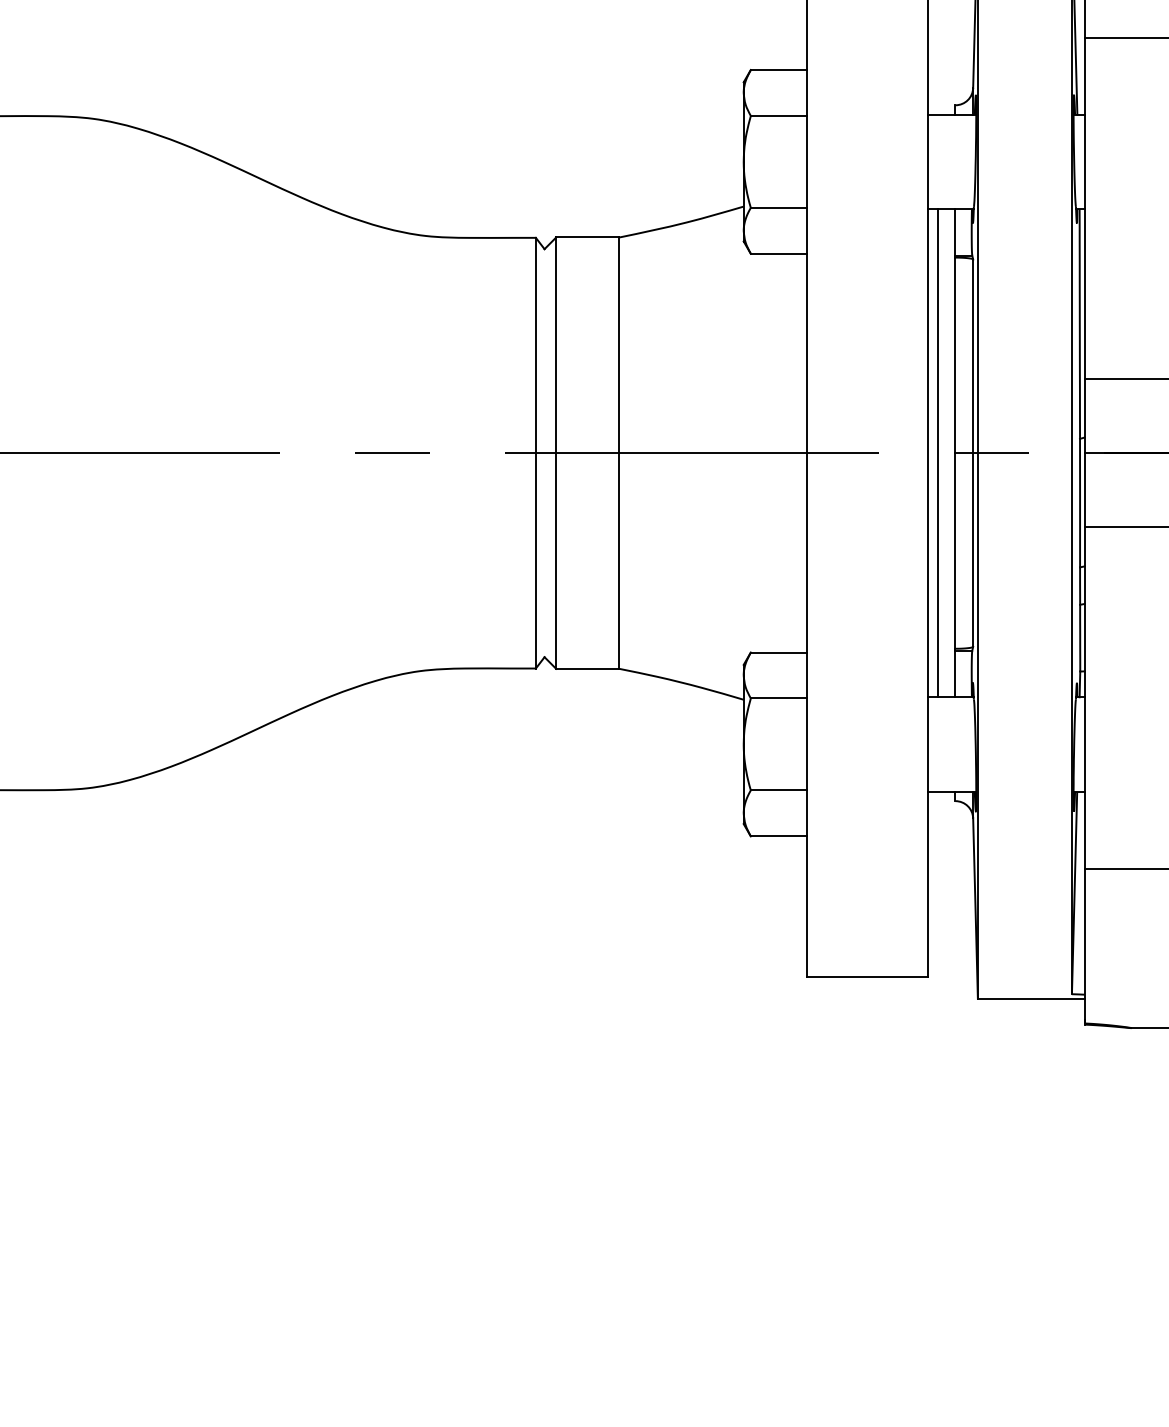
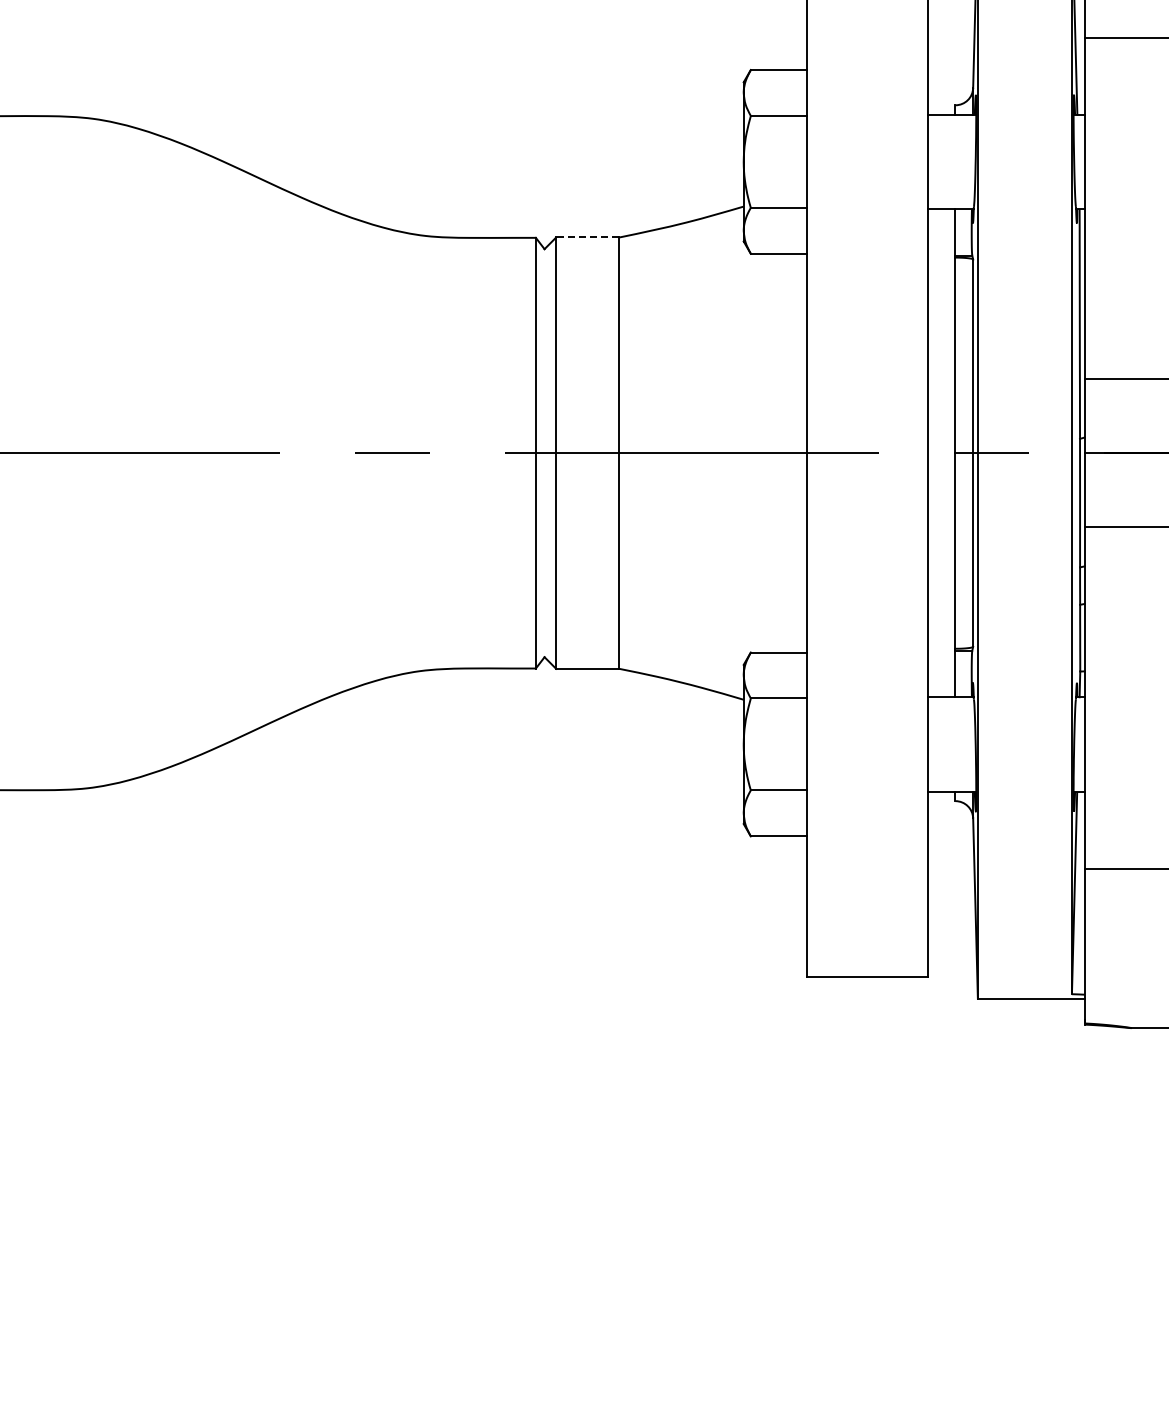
line at (587, 237): solid -> dashed
line at (937, 453): present -> none
